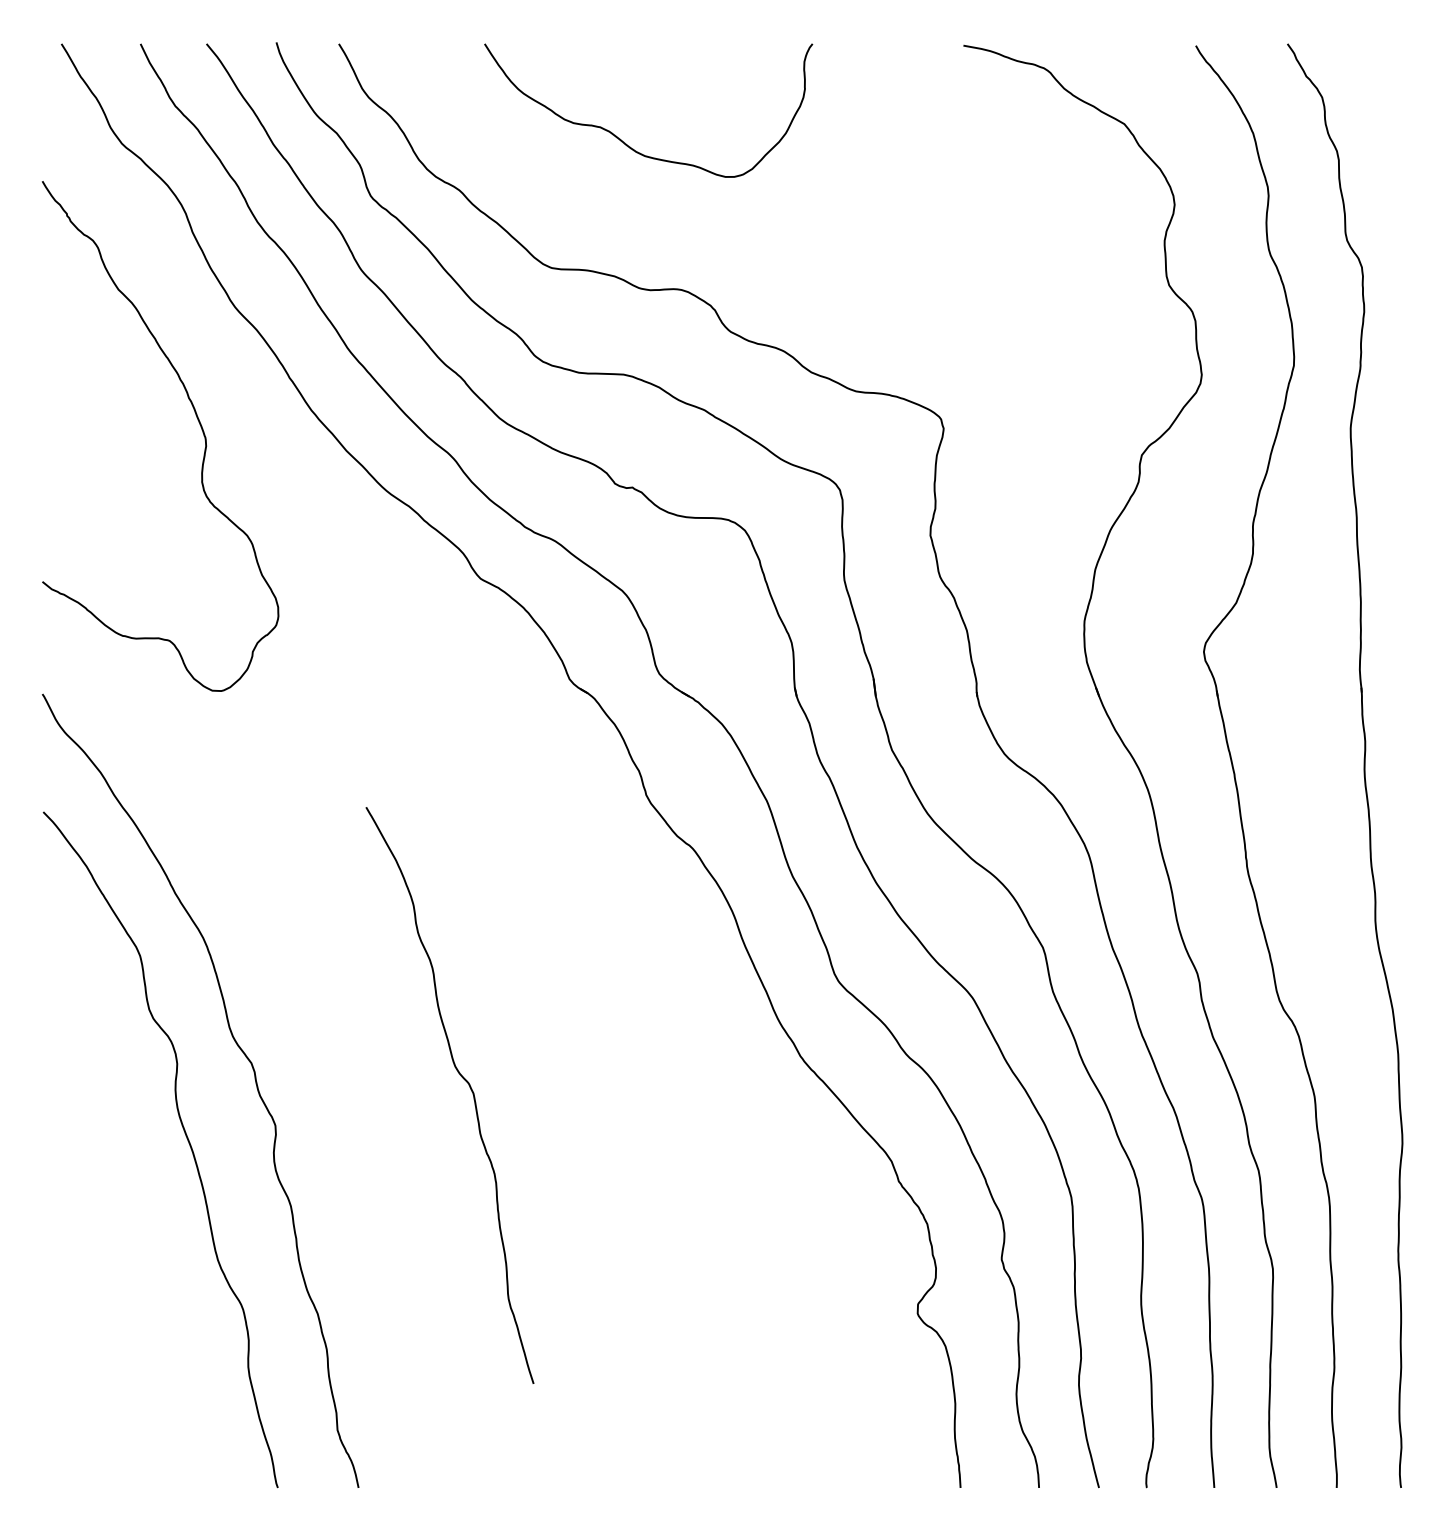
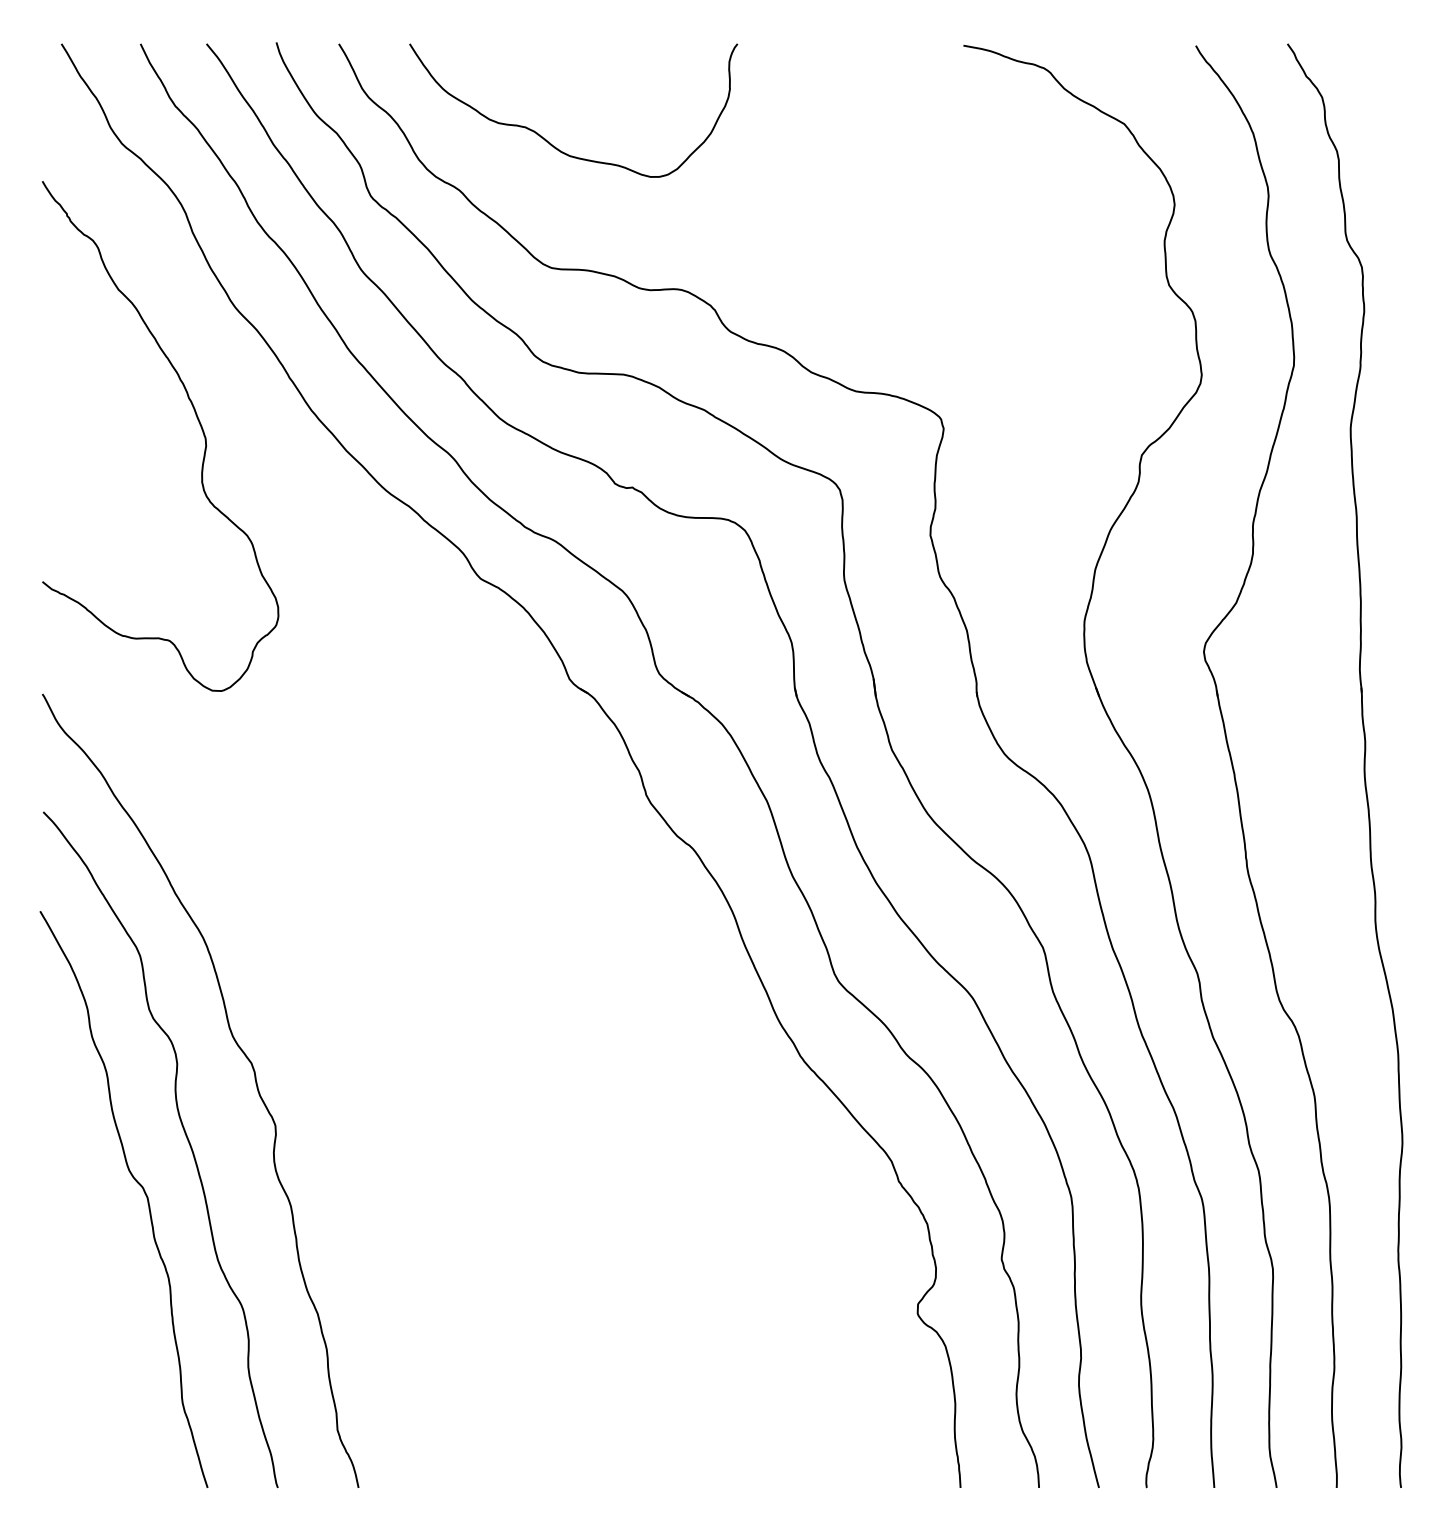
curve at (625, 142) position: (625, 142) -> (550, 142)
curve at (464, 1080) position: (464, 1080) -> (138, 1184)
